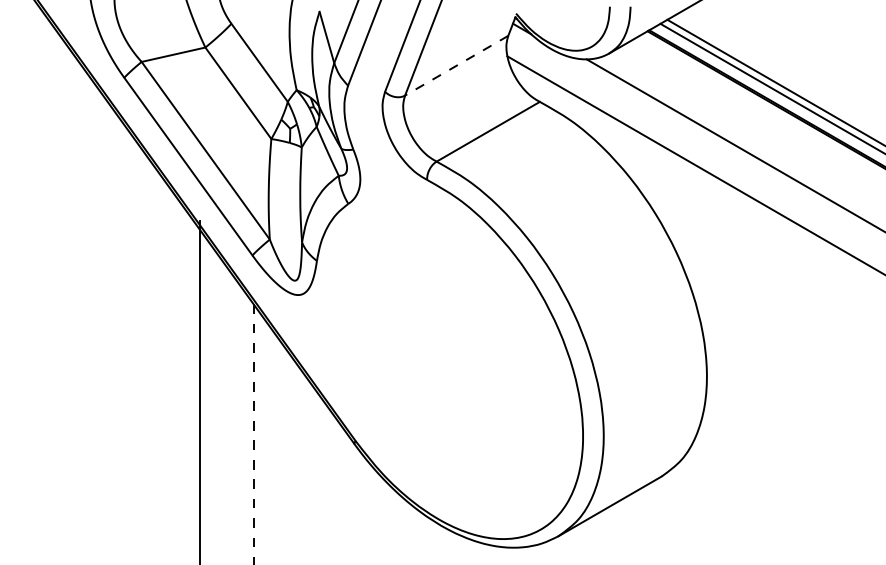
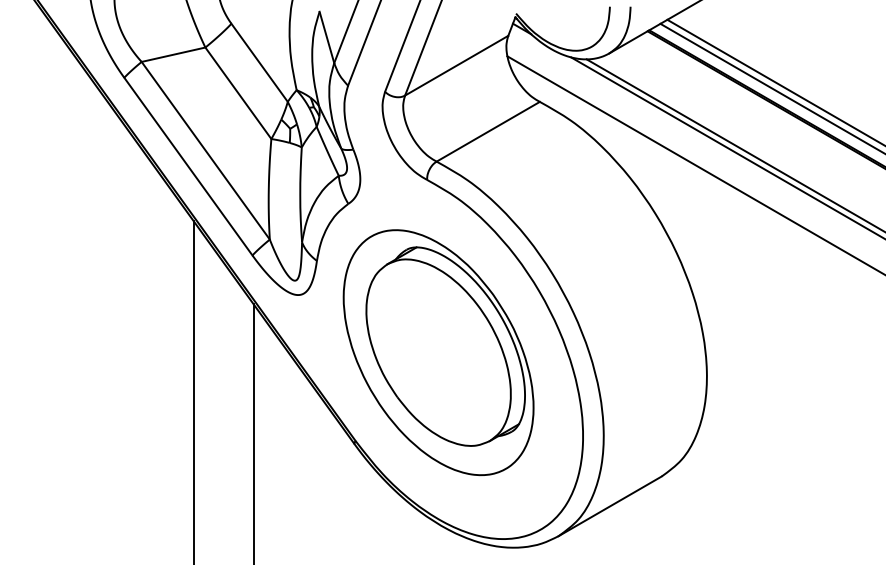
line at (456, 65): dashed -> solid
line at (726, 147): none -> present
part at (438, 352): none -> present
line at (199, 391) position: (199, 391) -> (193, 391)
line at (253, 434): dashed -> solid
